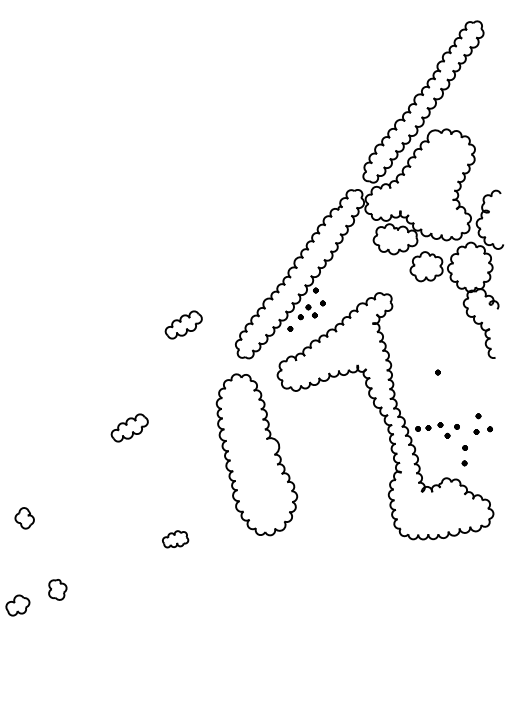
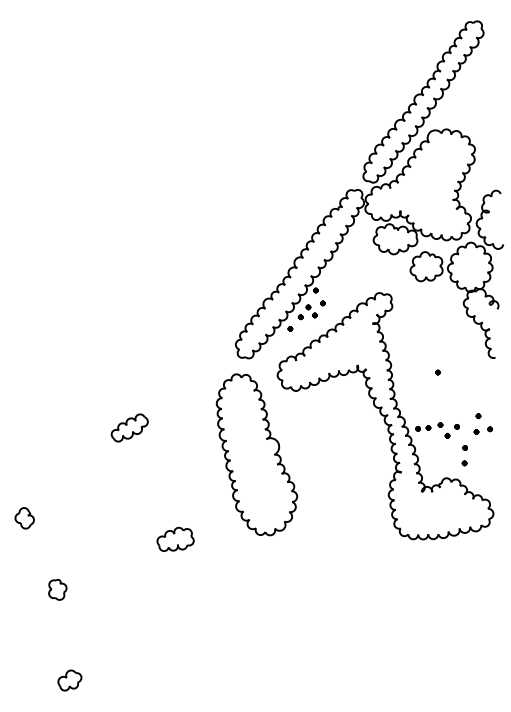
part at (183, 324): present -> none
part at (175, 539) size: 28x19 px -> 39x26 px
part at (17, 605) position: (17, 605) -> (69, 680)
